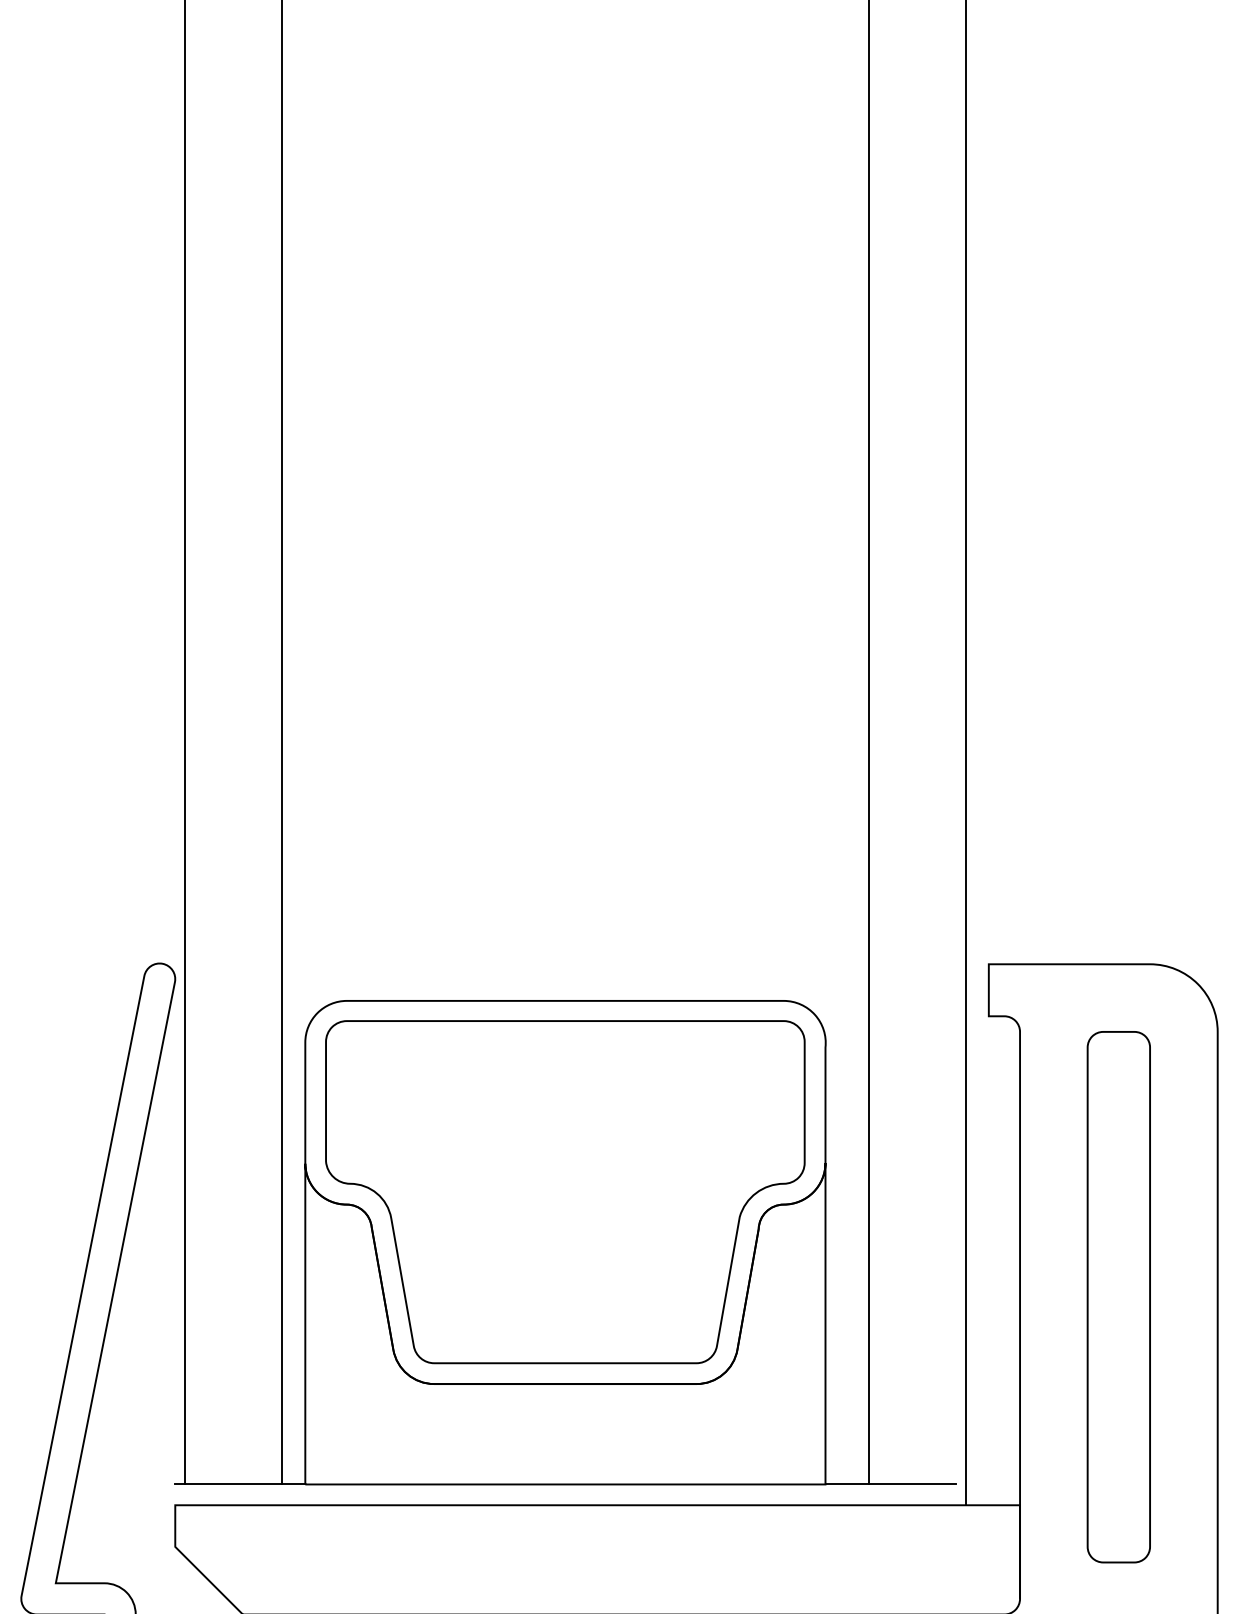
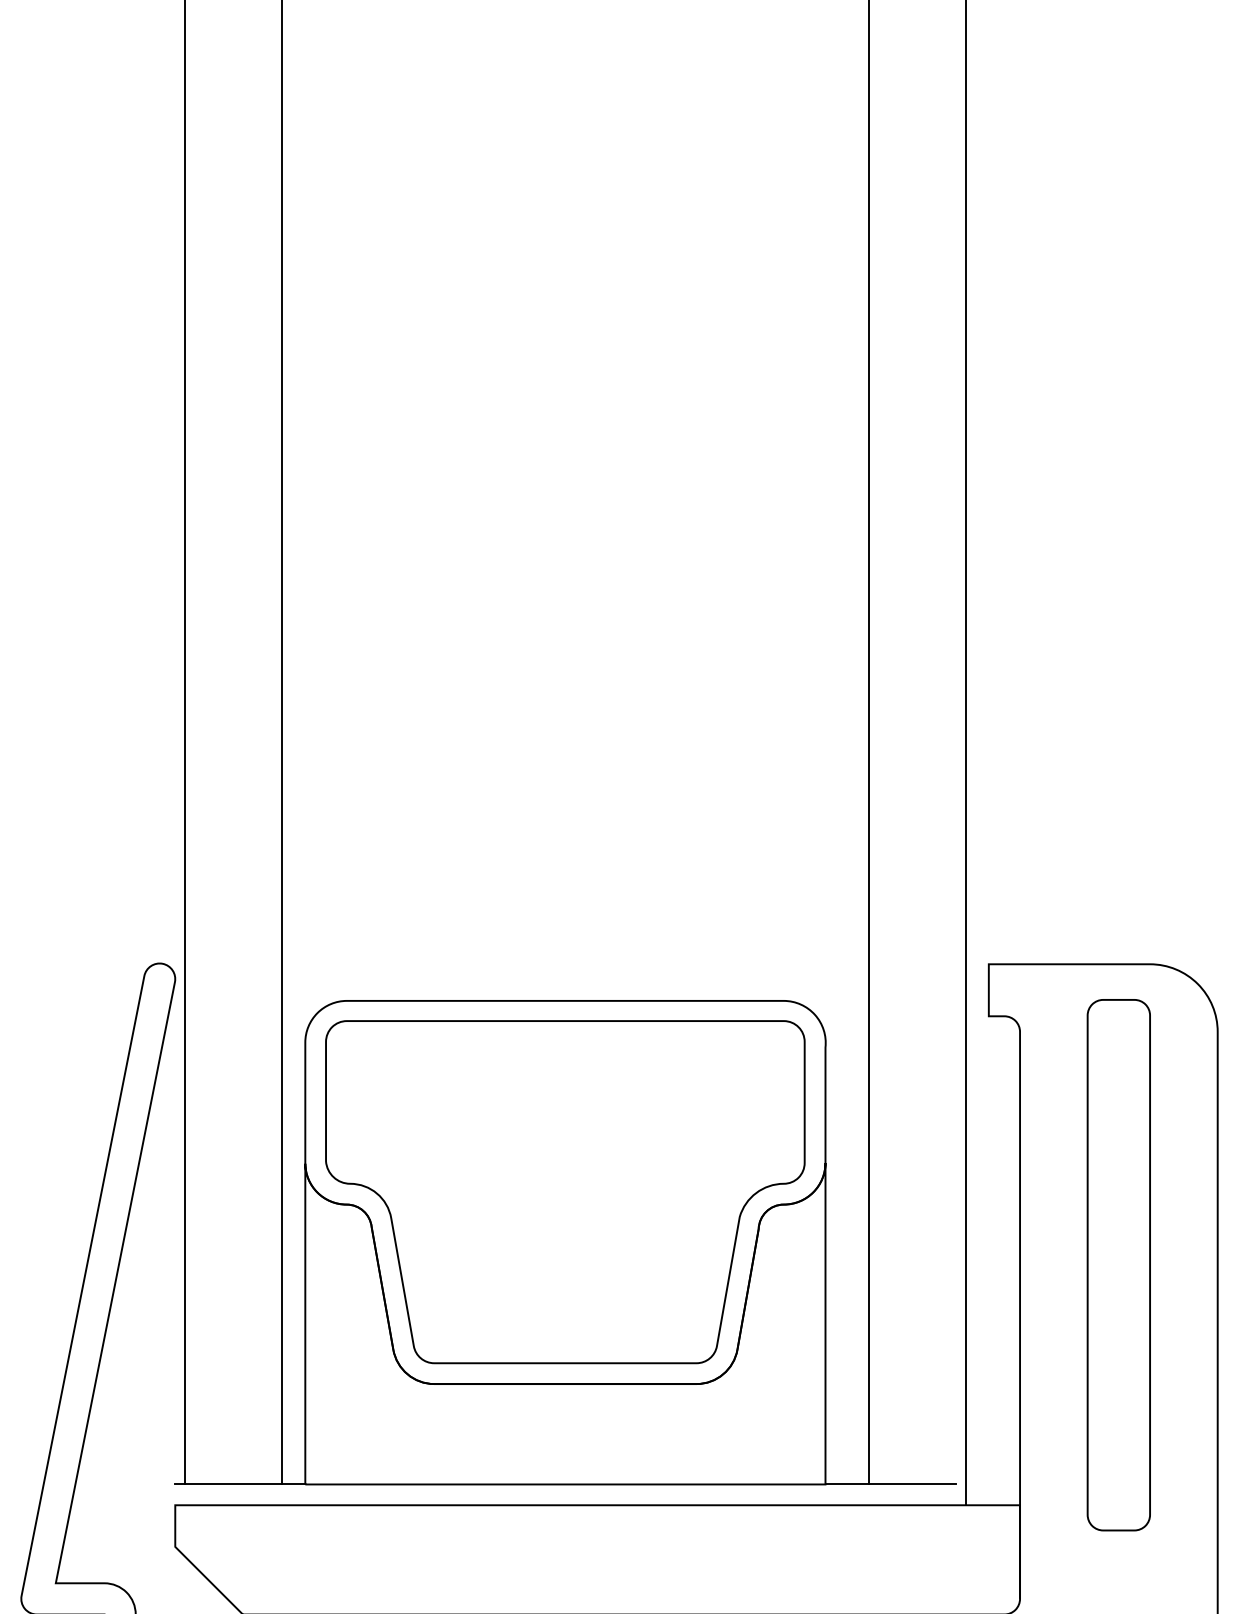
part at (1118, 1297) position: (1118, 1297) -> (1118, 1265)
